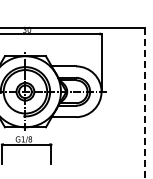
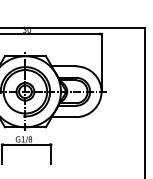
line at (145, 103): dashed -> solid
